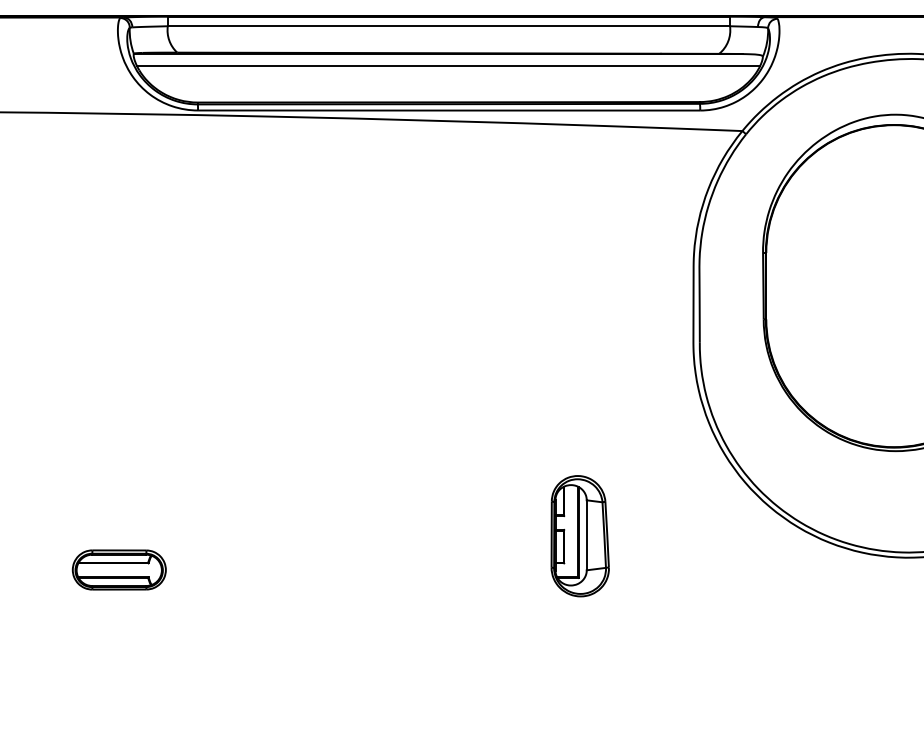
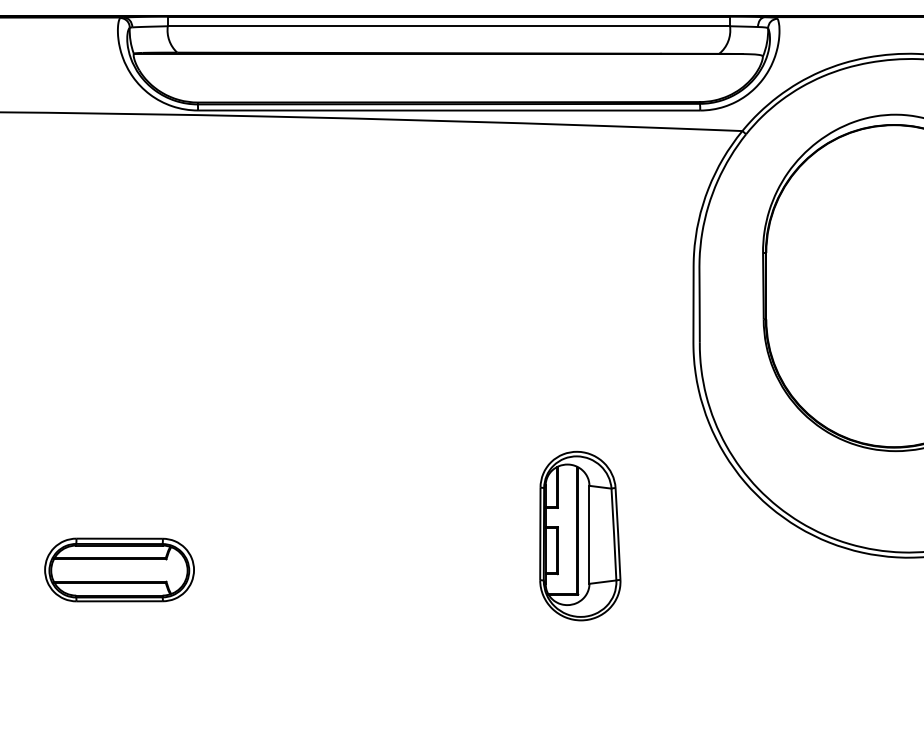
line at (448, 65): present -> none
part at (579, 536) size: 60x123 px -> 83x172 px
part at (118, 569) size: 96x42 px -> 151x66 px
